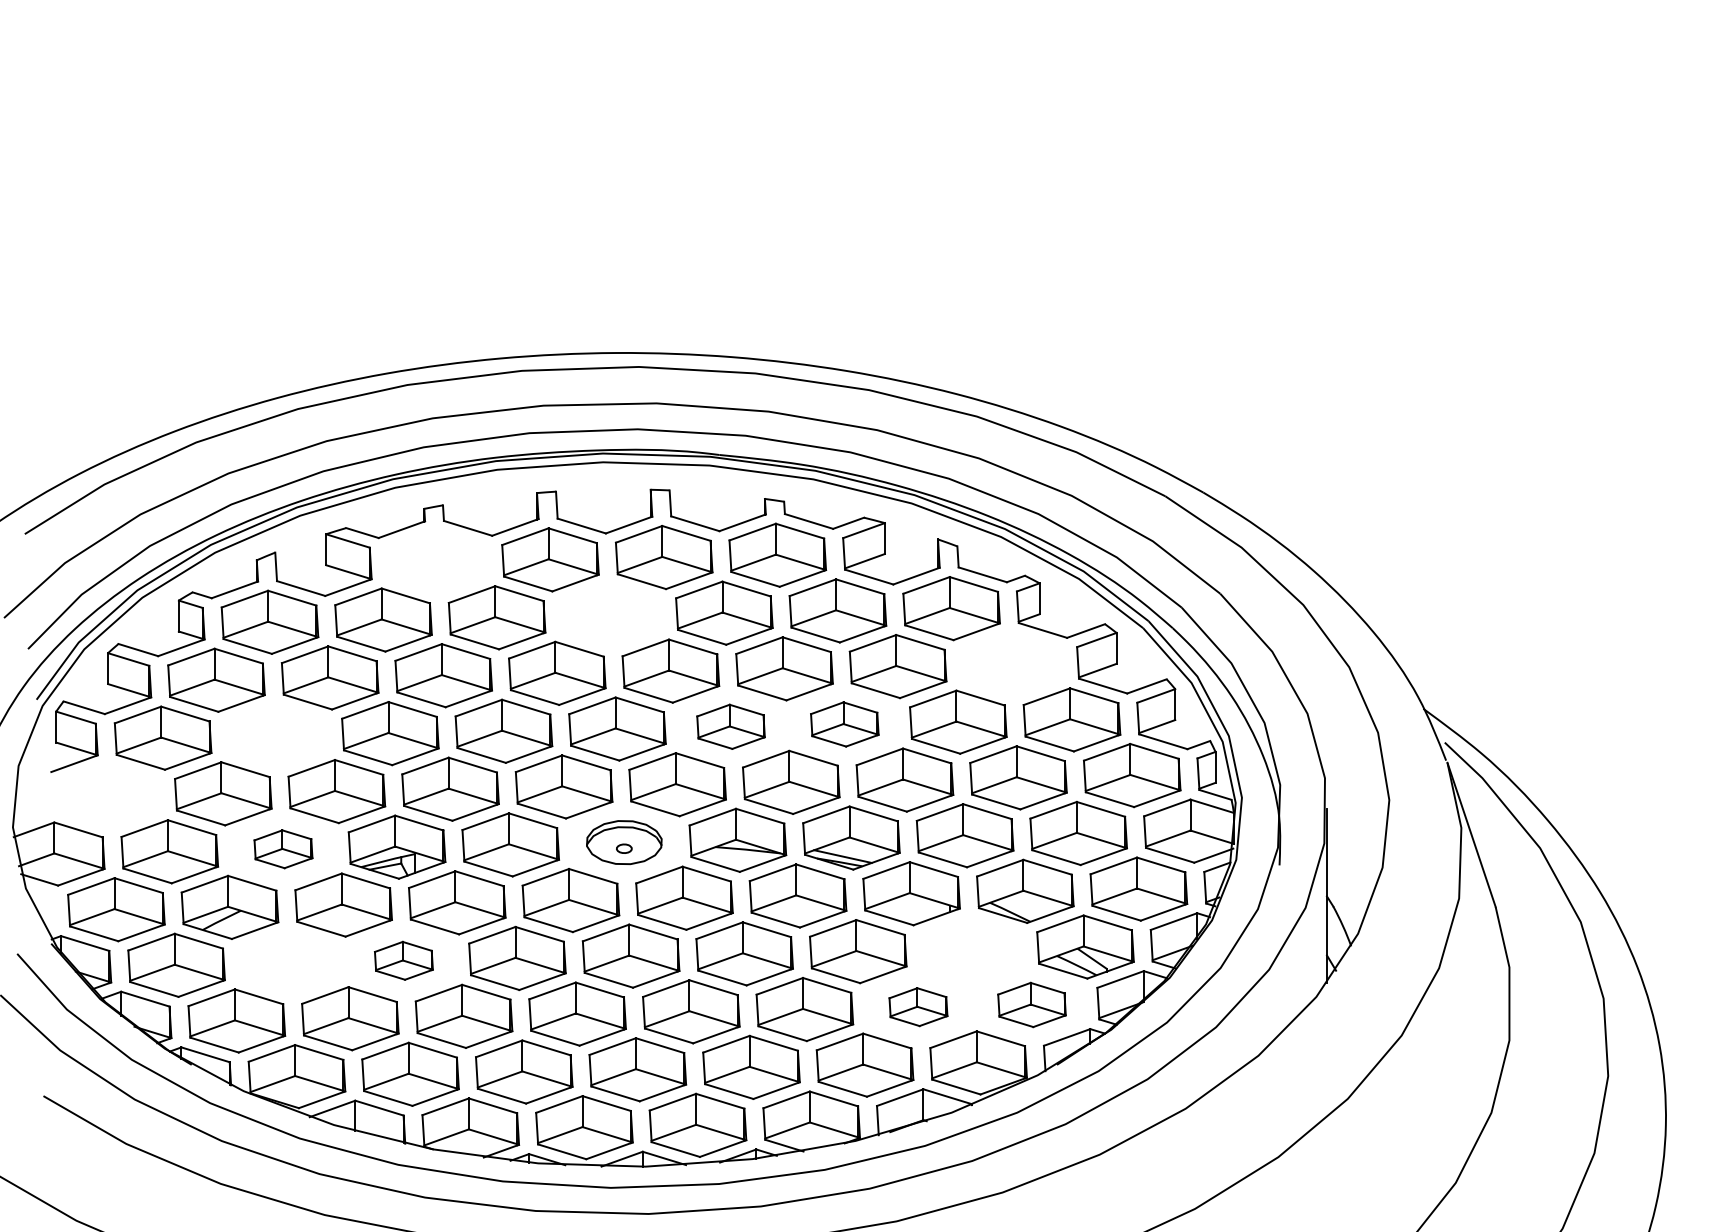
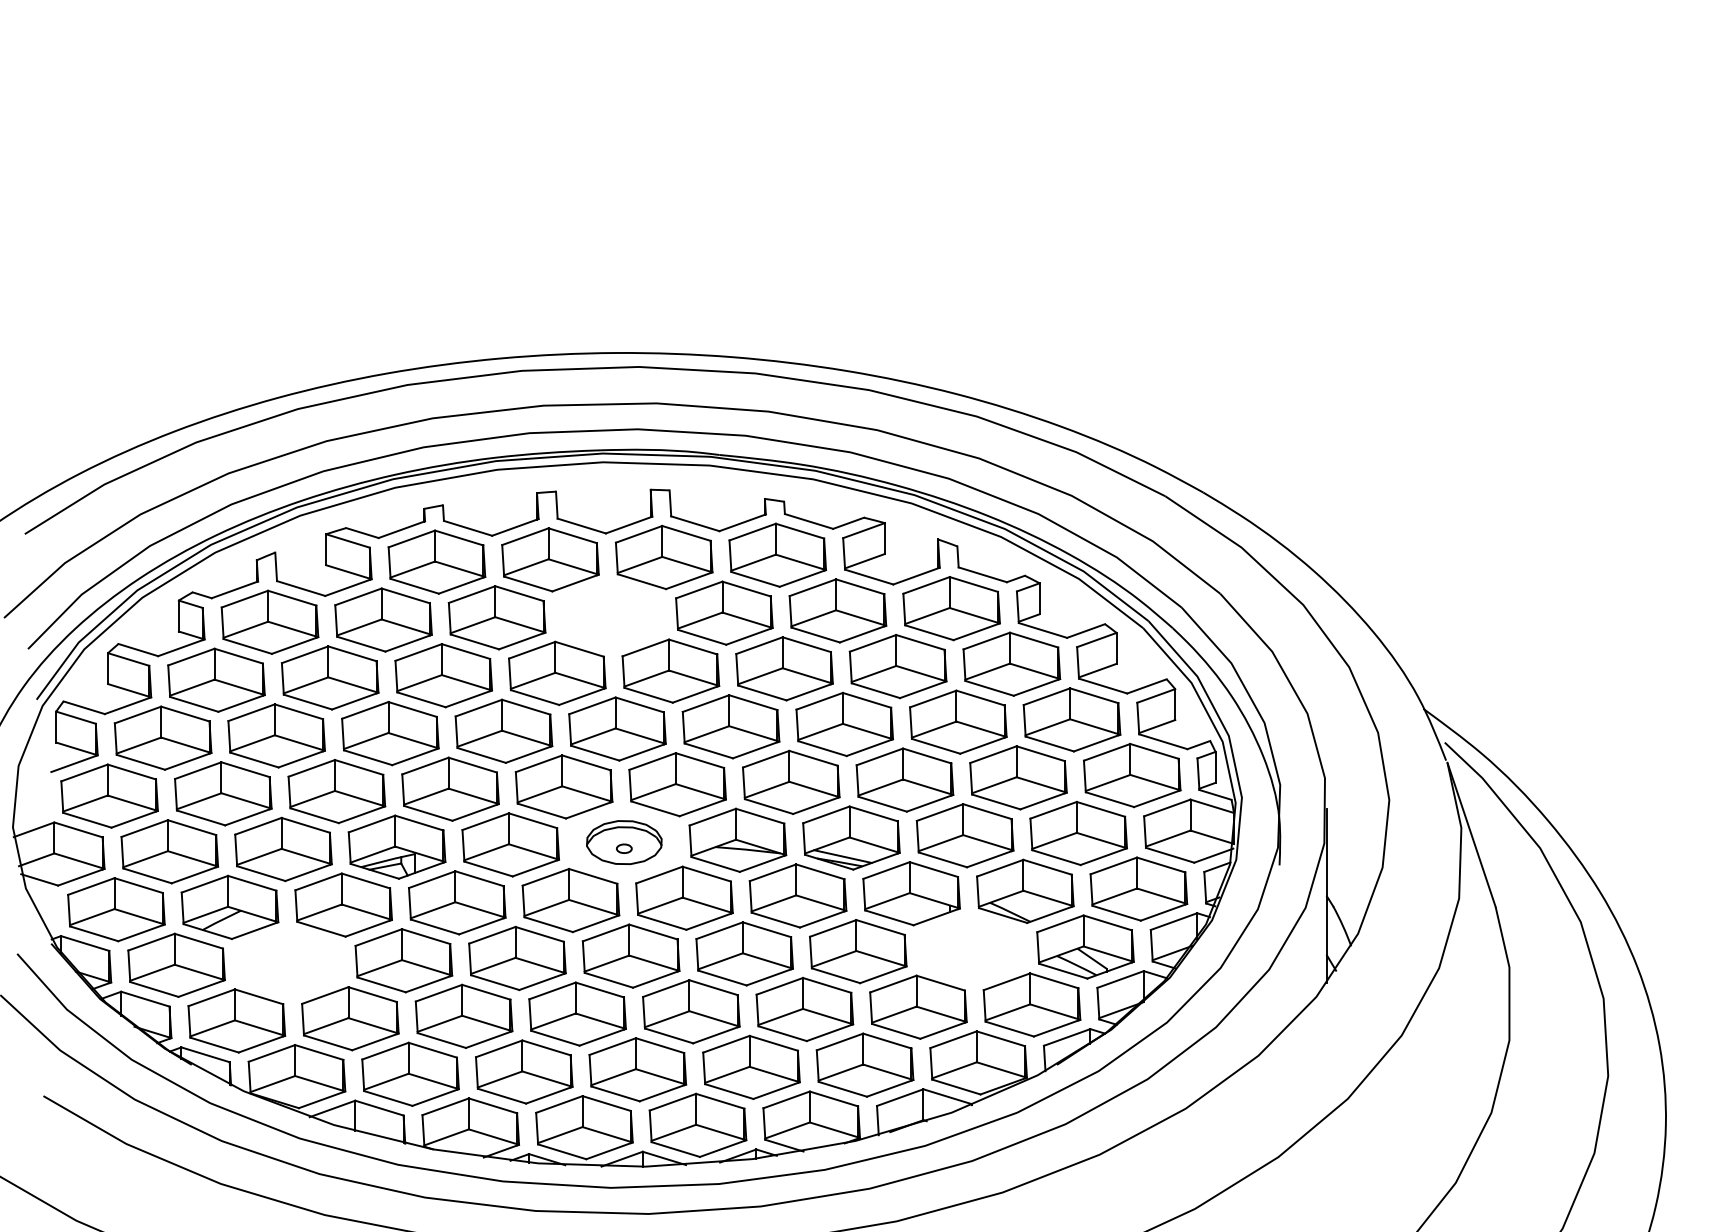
part at (436, 561): none -> present
part at (1011, 663): none -> present
part at (844, 724) size: 70x47 px -> 100x67 px
part at (730, 726) size: 70x47 px -> 100x66 px
part at (276, 735): none -> present
part at (109, 795): none -> present
part at (283, 849) size: 61x41 px -> 99x66 px
part at (403, 960) size: 60x41 px -> 100x66 px
part at (1031, 1004) size: 70x48 px -> 100x66 px
part at (918, 1007) size: 61x41 px -> 99x66 px
